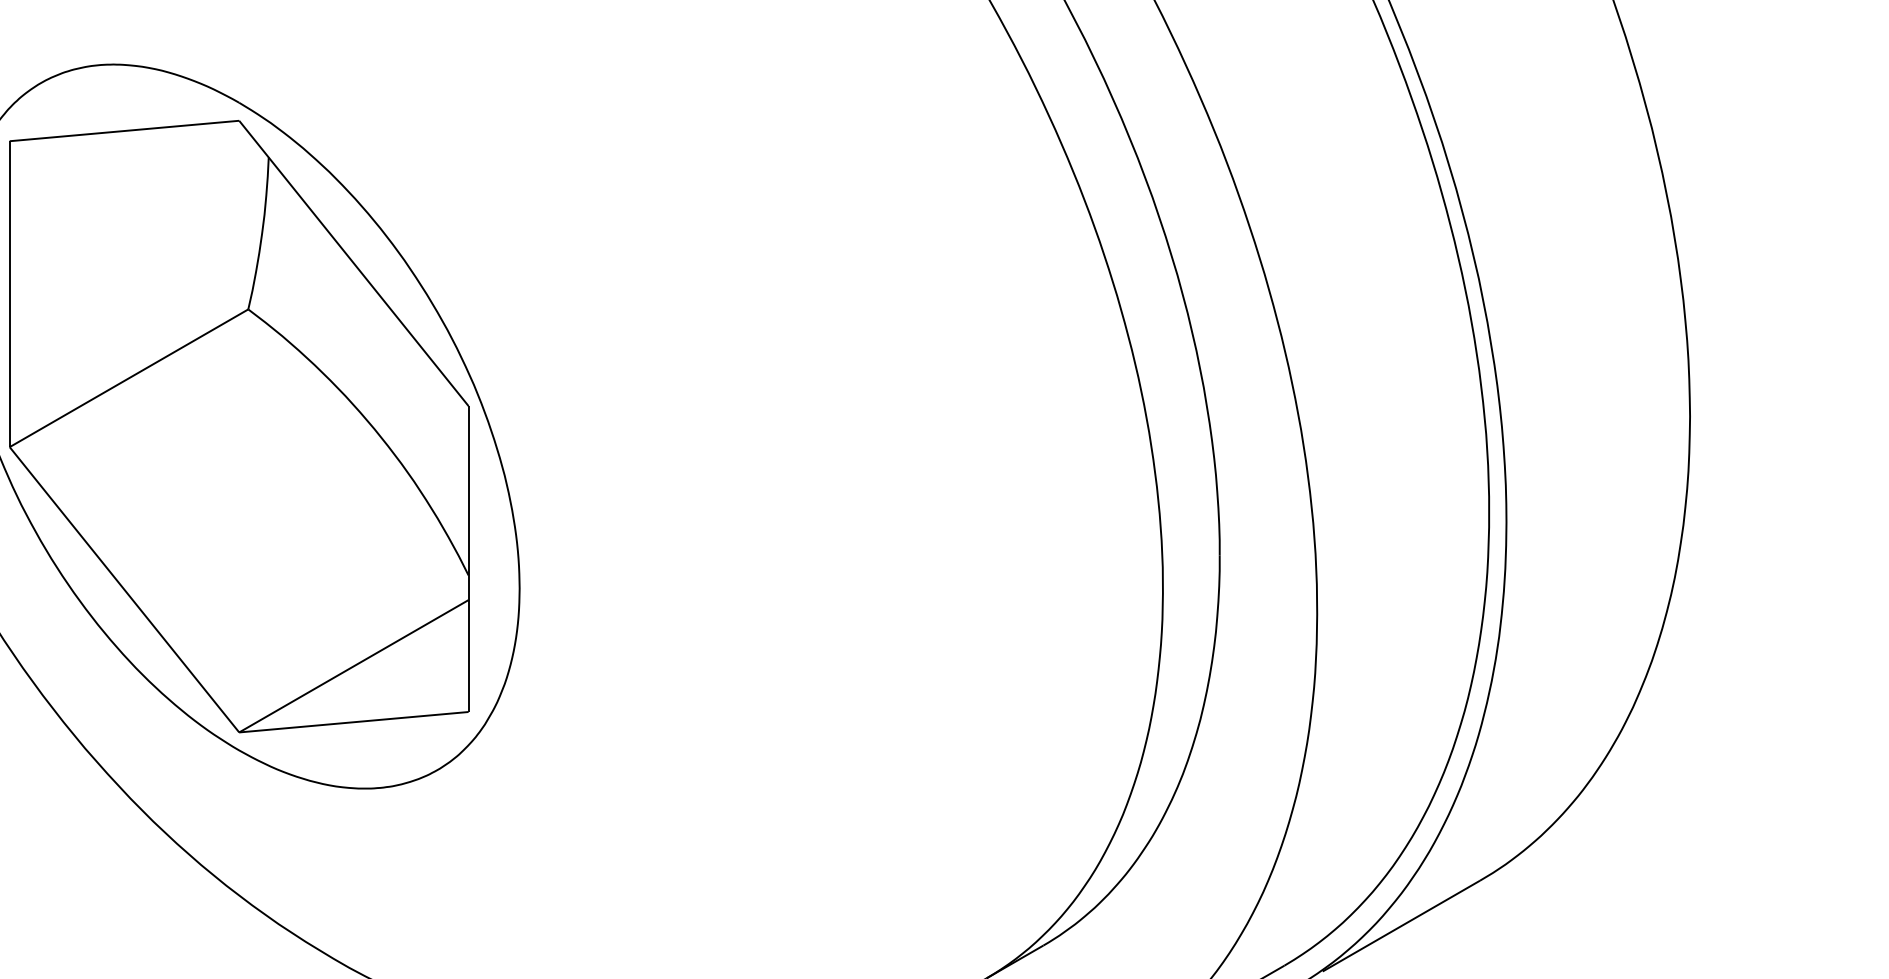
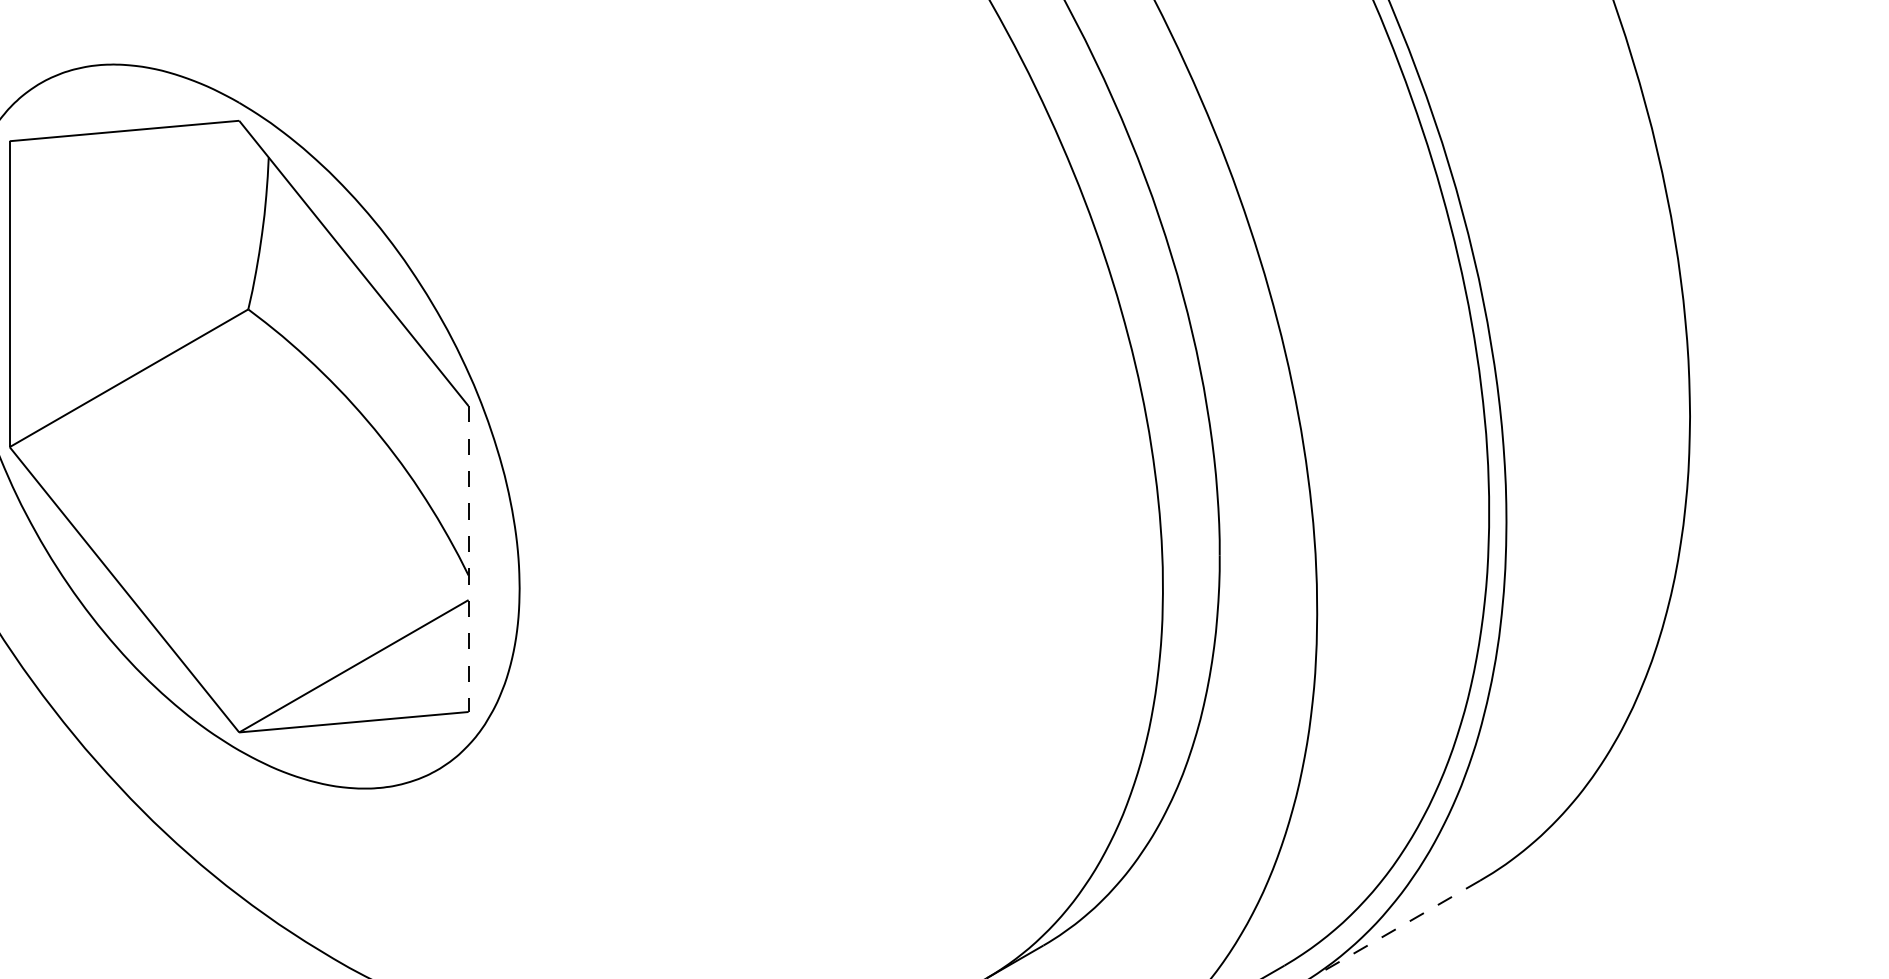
line at (468, 559): solid -> dashed
line at (1401, 926): solid -> dashed
